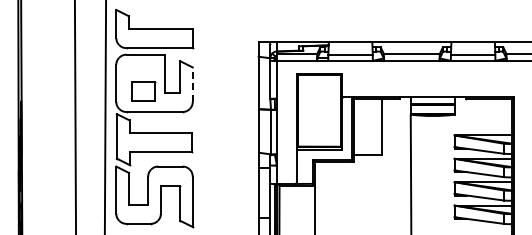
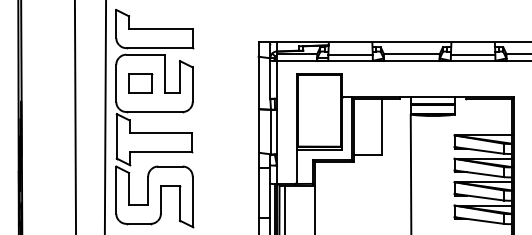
line at (192, 84): dashed -> solid
part at (143, 91) position: (143, 91) -> (140, 83)
line at (284, 208): none -> present
